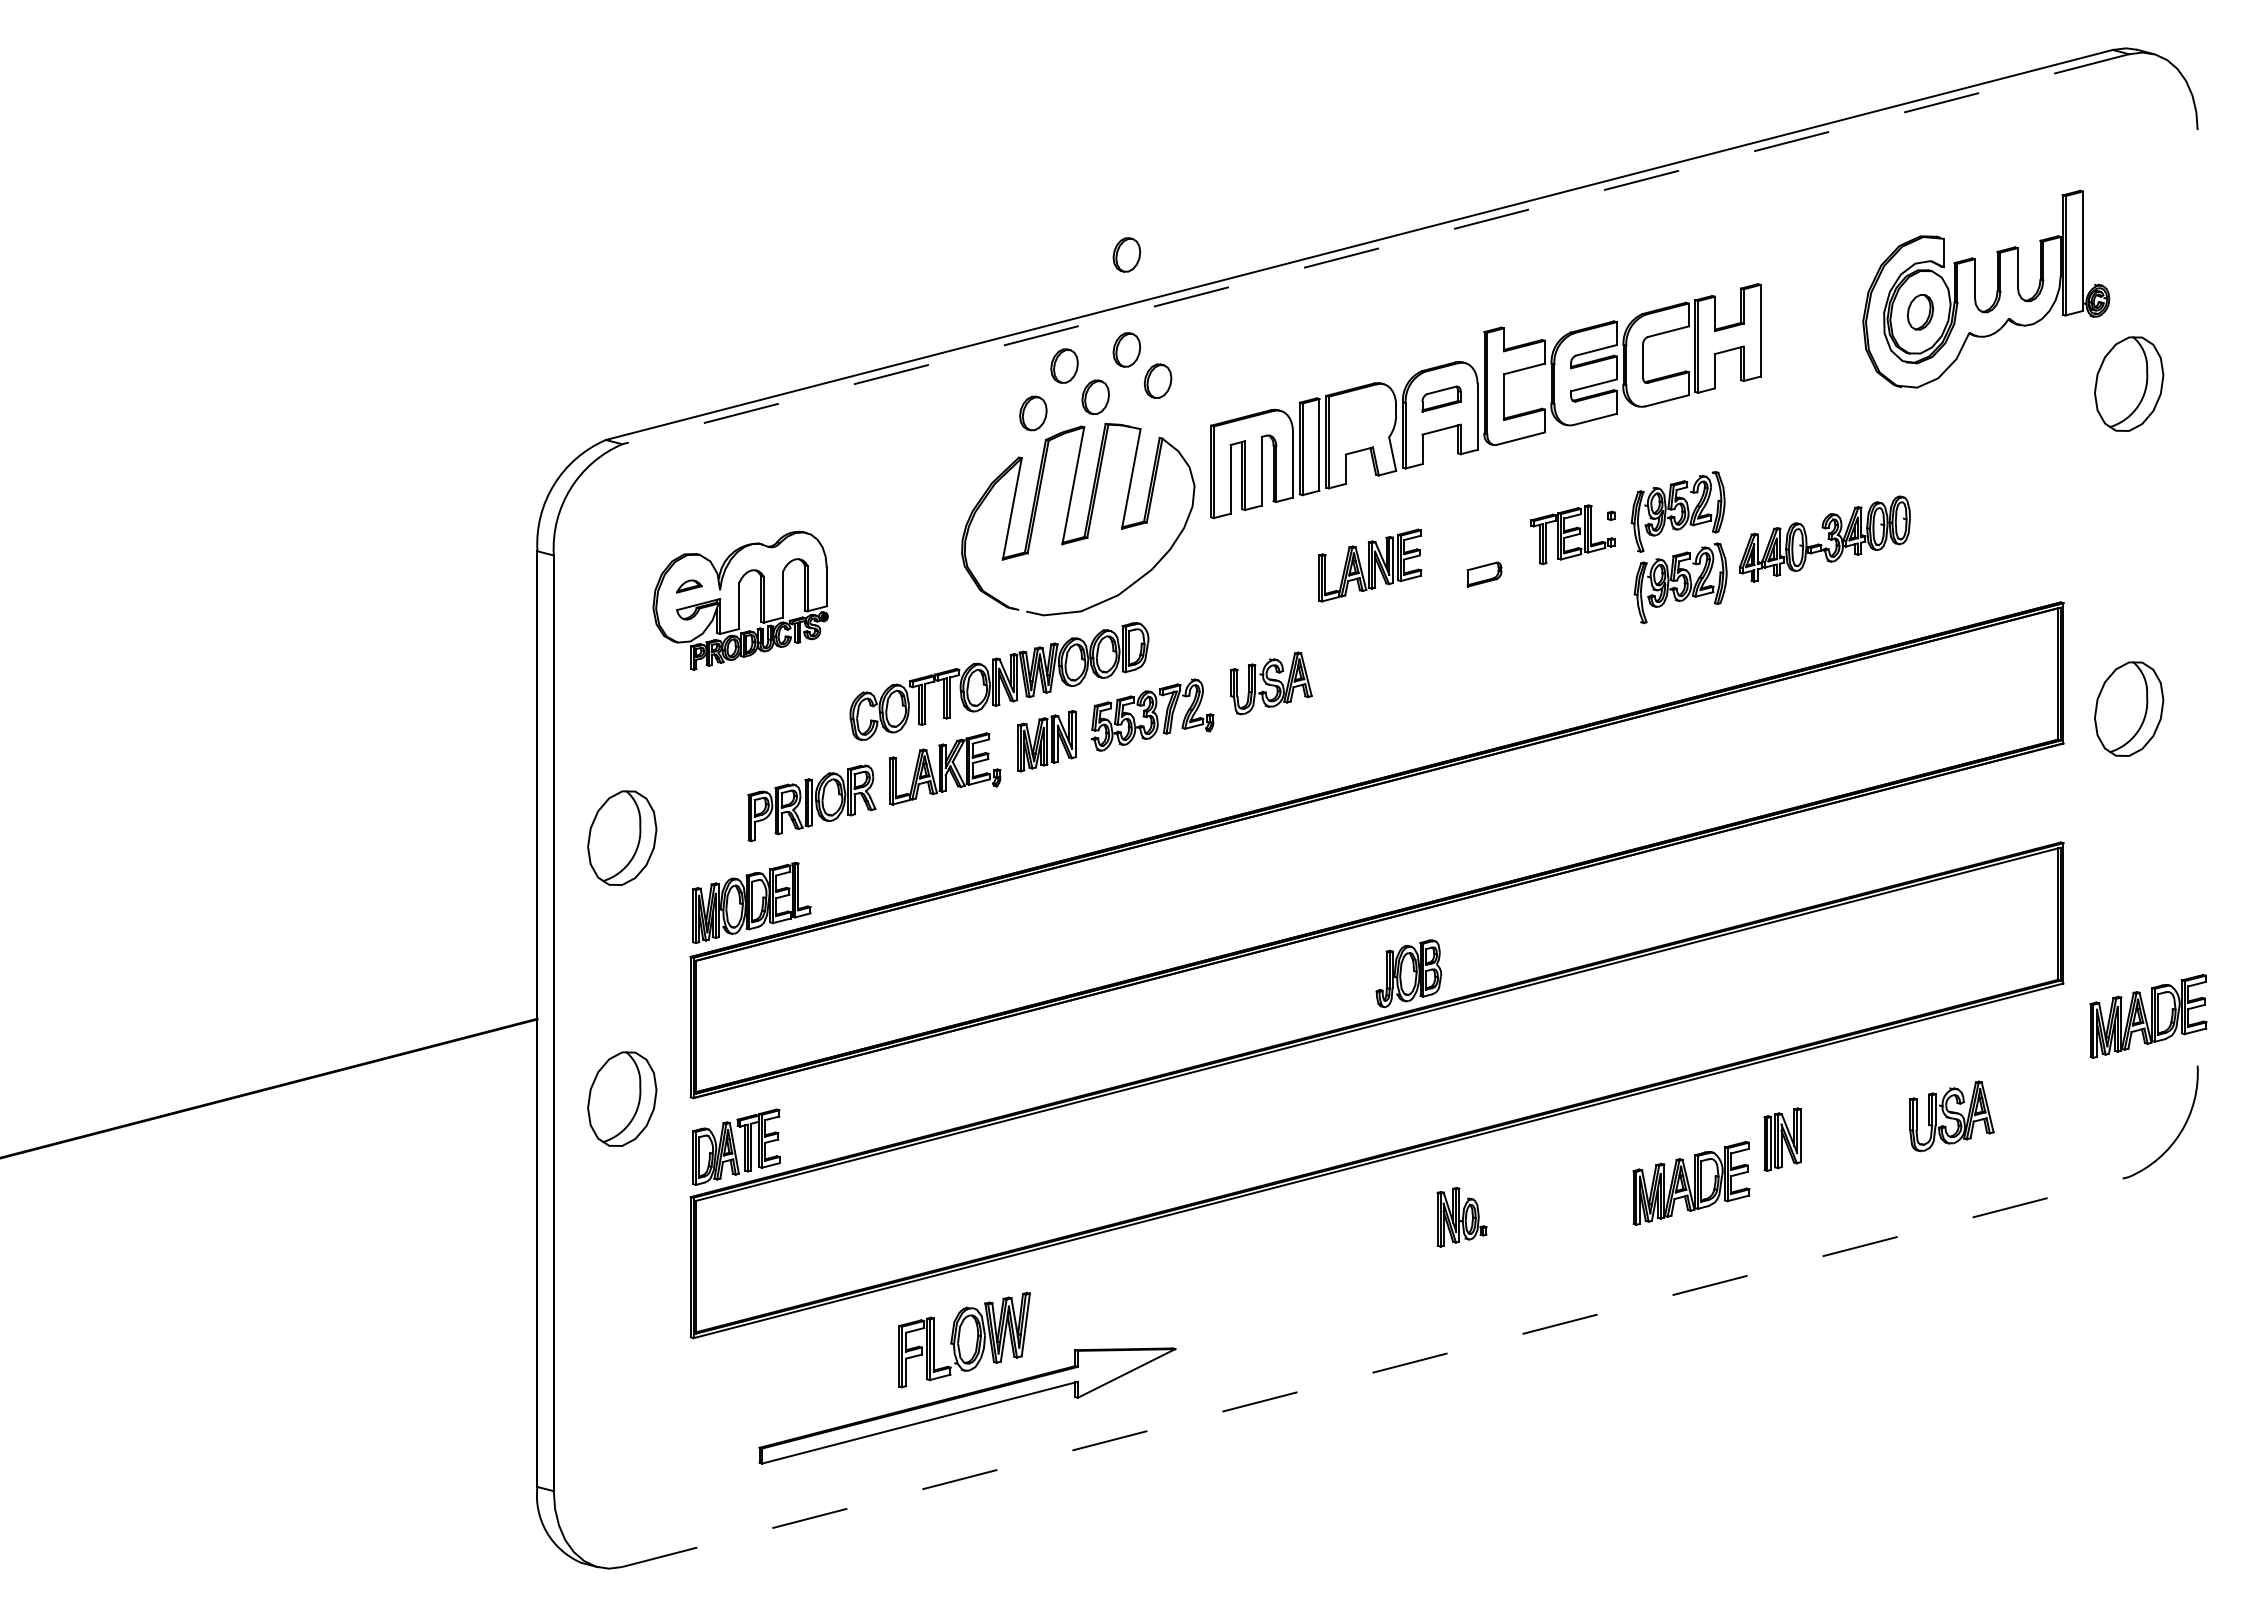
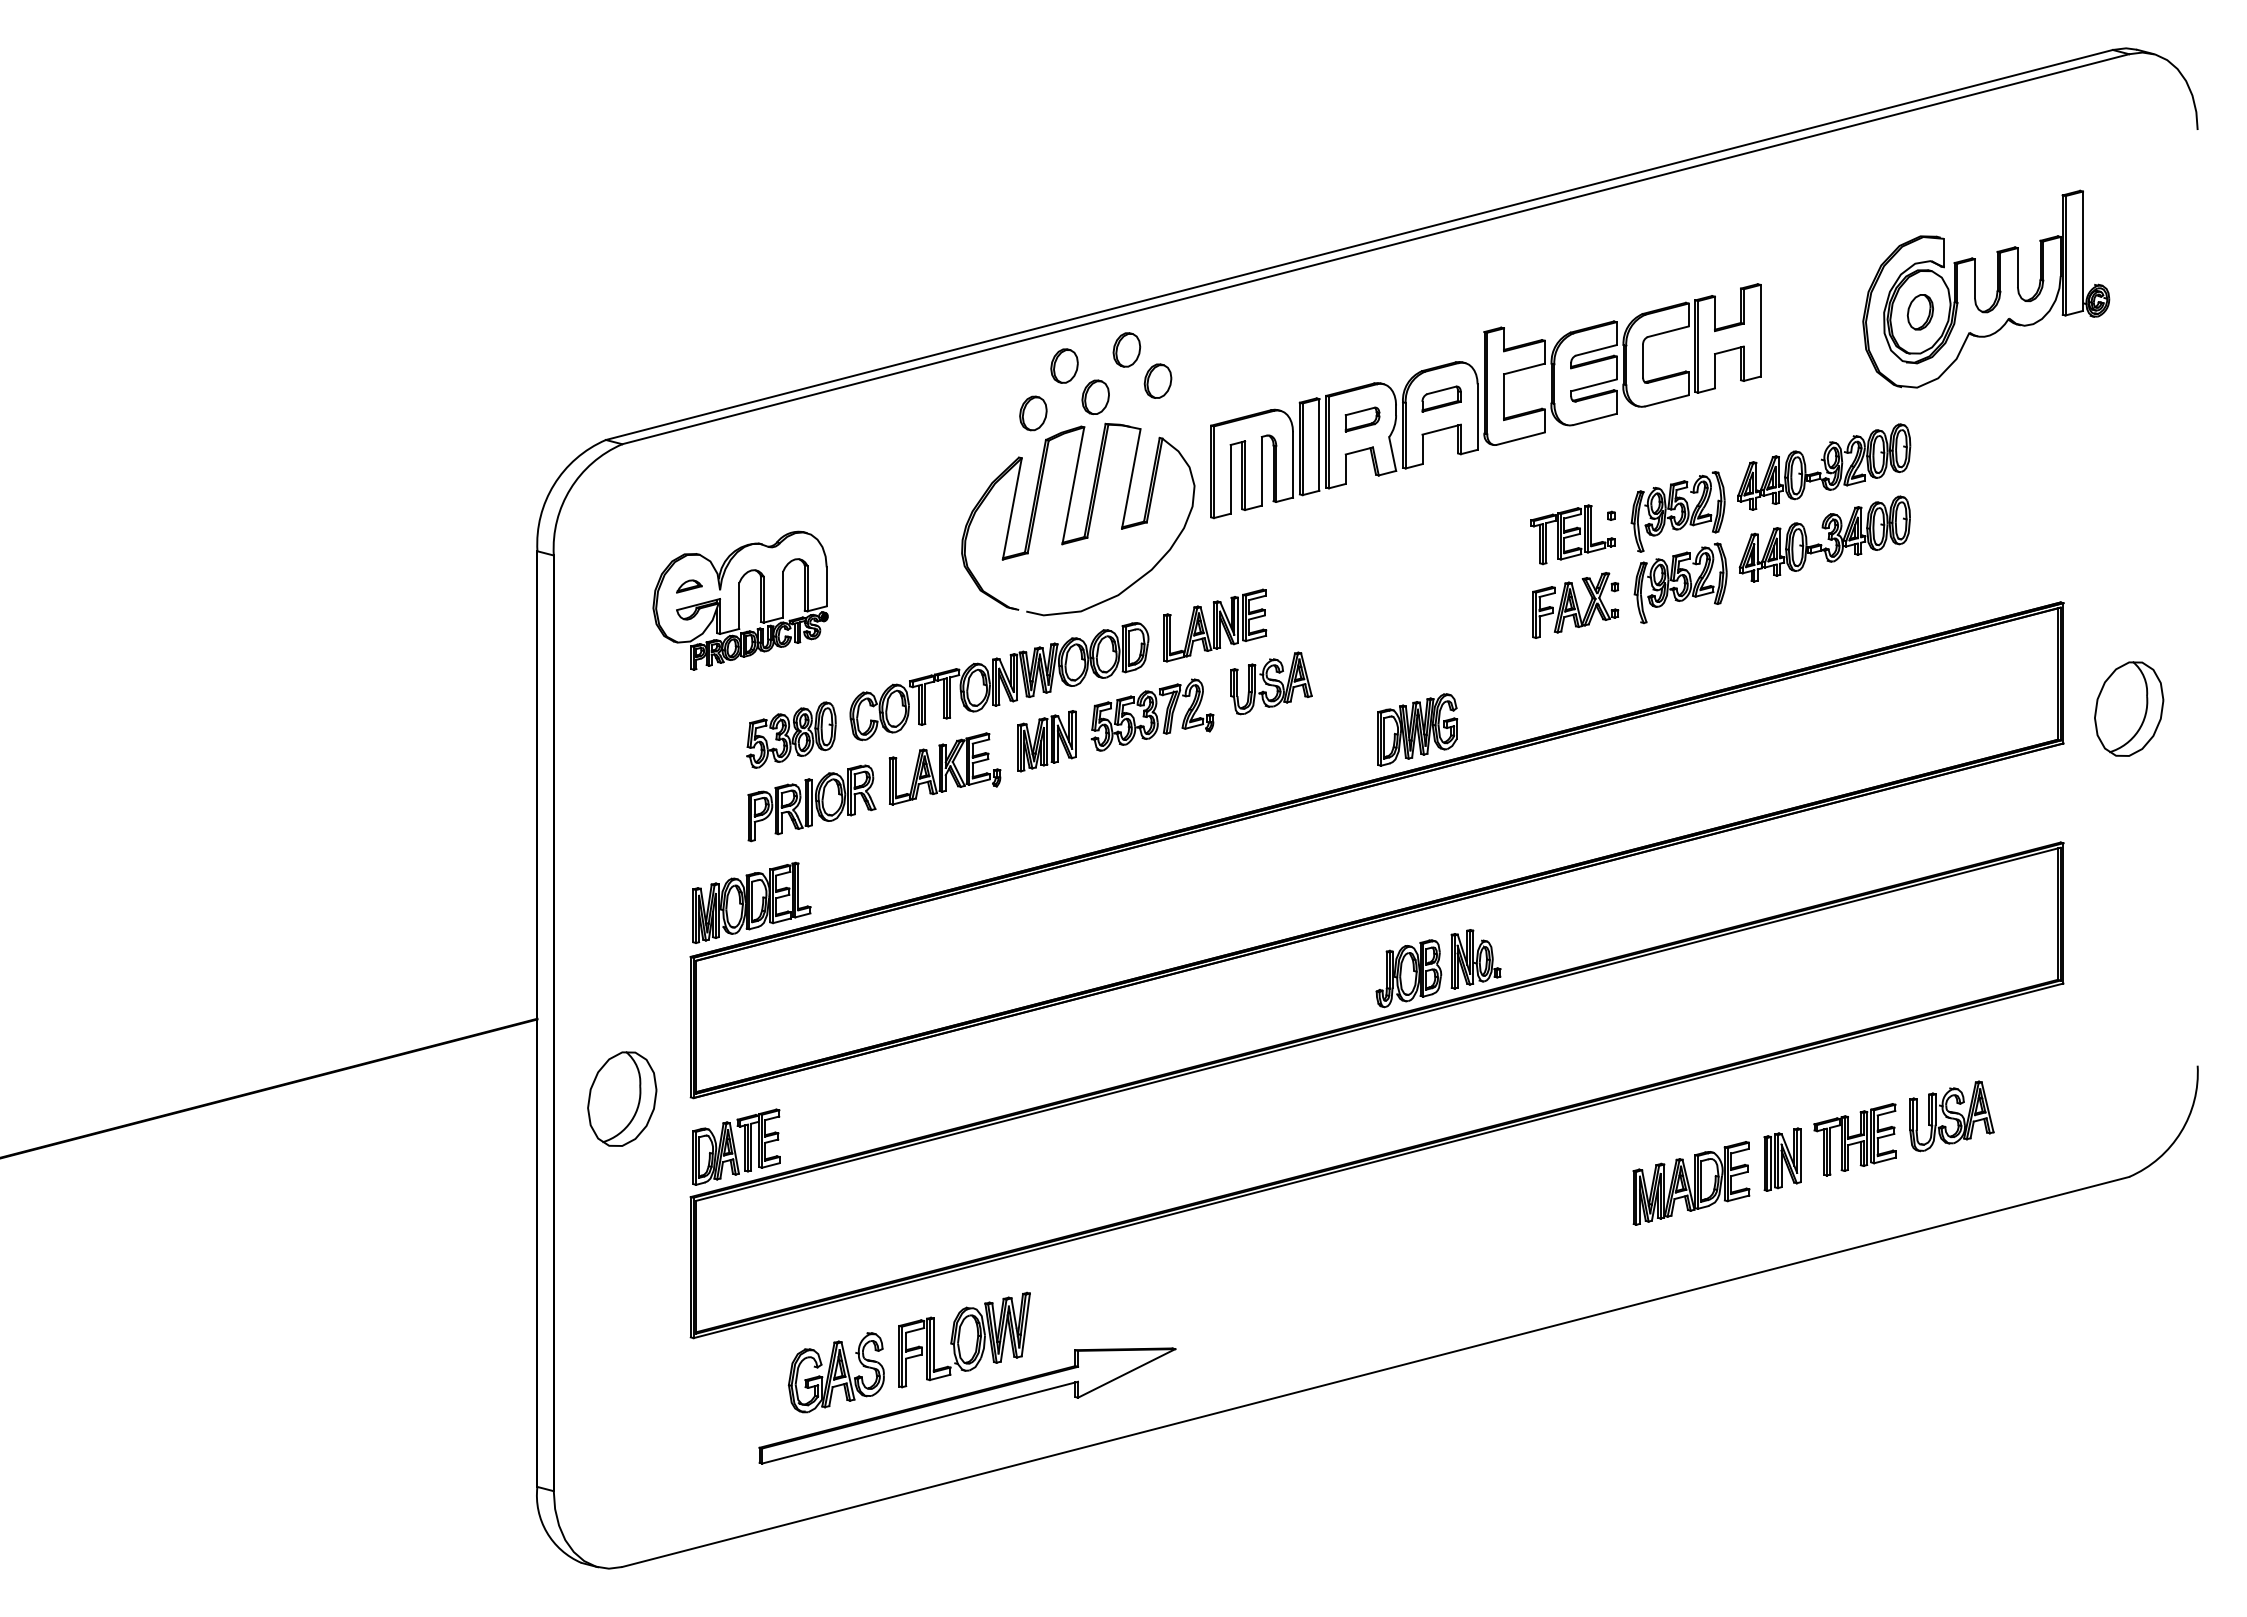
line at (1375, 249): dashed -> solid
part at (1126, 254): present -> none
part at (2129, 383): present -> none
part at (1824, 466): none -> present
part at (1370, 565) position: (1370, 565) -> (1215, 625)
part at (1484, 574) position: (1484, 574) -> (1362, 419)
part at (1575, 605): none -> present
part at (1417, 729): none -> present
part at (791, 734): none -> present
part at (622, 837): present -> none
part at (2148, 1016): present -> none
part at (1782, 1139) position: (1782, 1139) -> (1782, 1159)
part at (1854, 1139): none -> present
part at (1461, 1217) position: (1461, 1217) -> (1475, 959)
line at (1376, 1371): dashed -> solid
part at (835, 1372): none -> present
